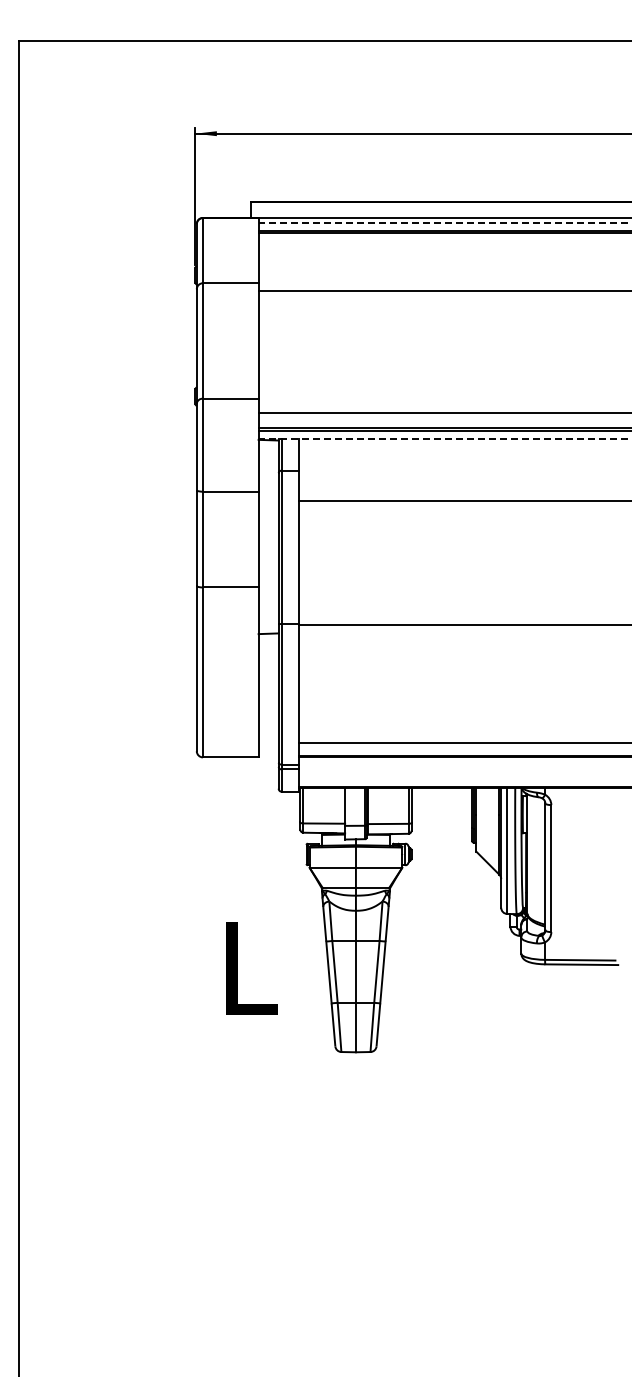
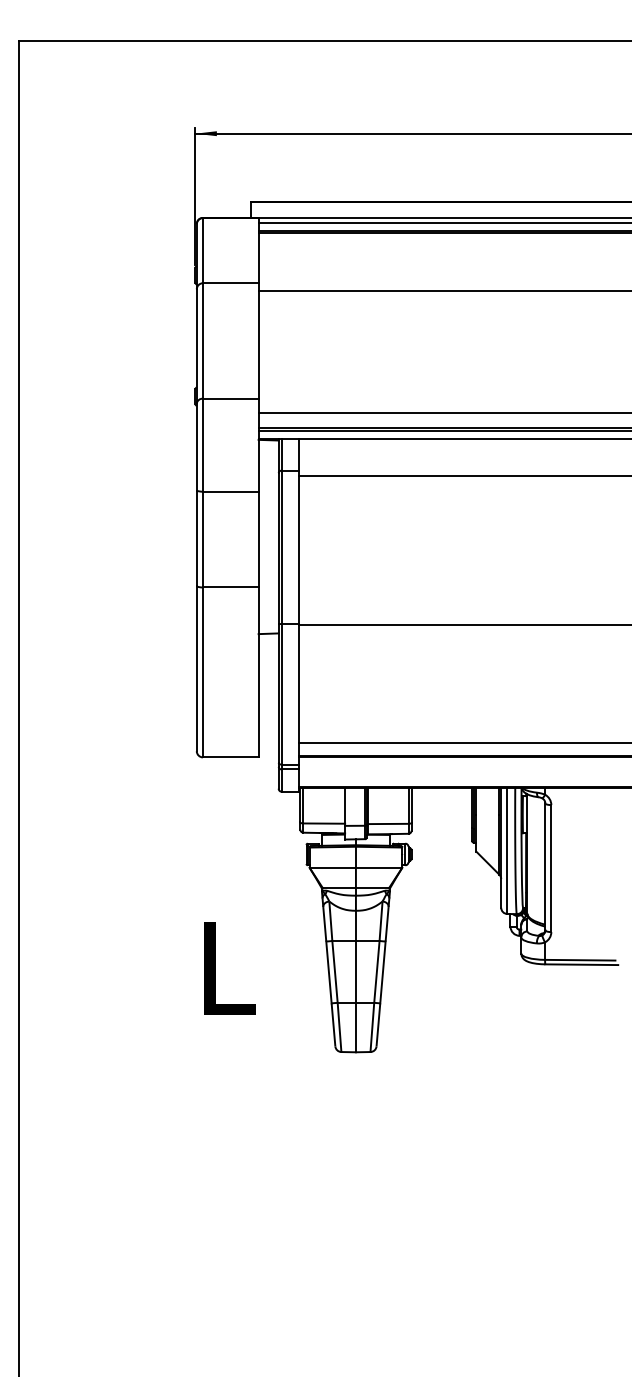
line at (444, 222): dashed -> solid
line at (444, 438): dashed -> solid
line at (463, 500) position: (463, 500) -> (463, 475)
text at (251, 968) position: (251, 968) -> (229, 968)
